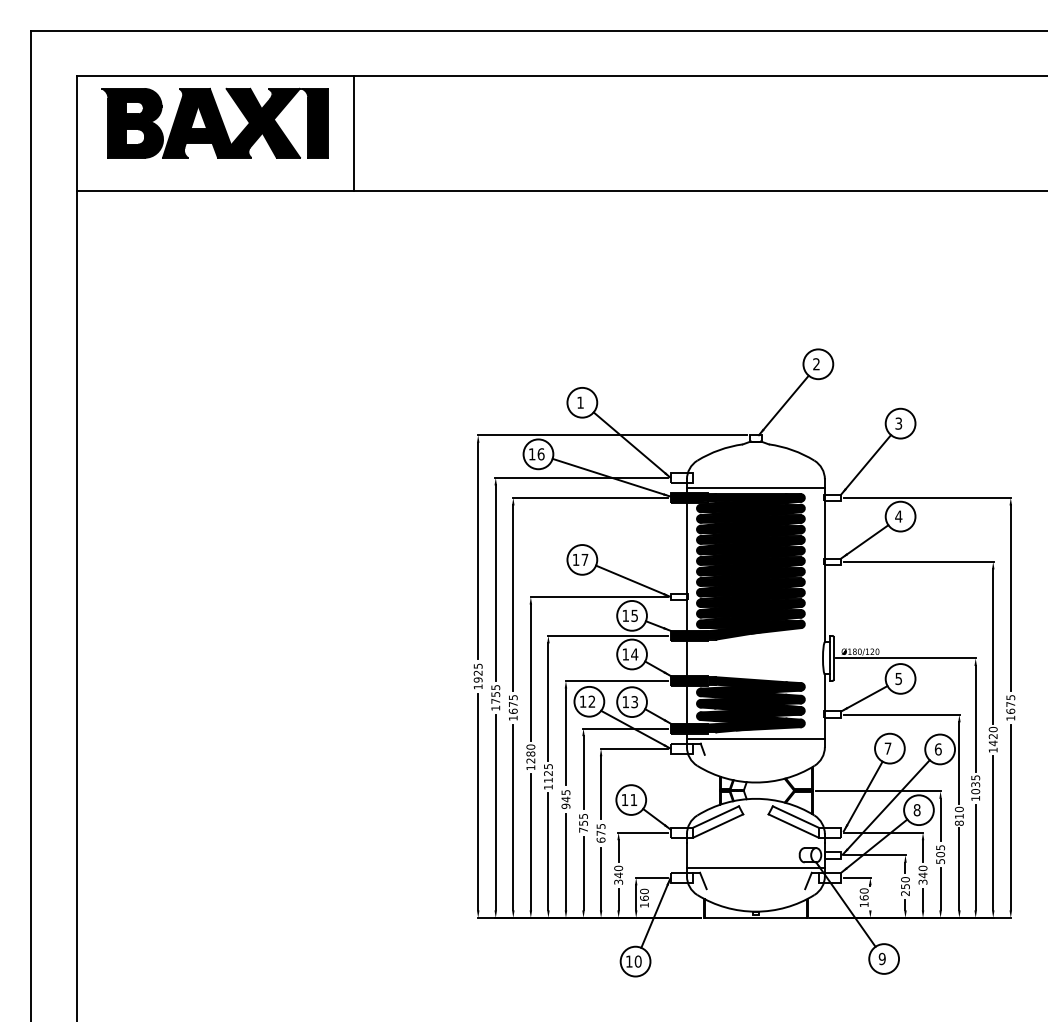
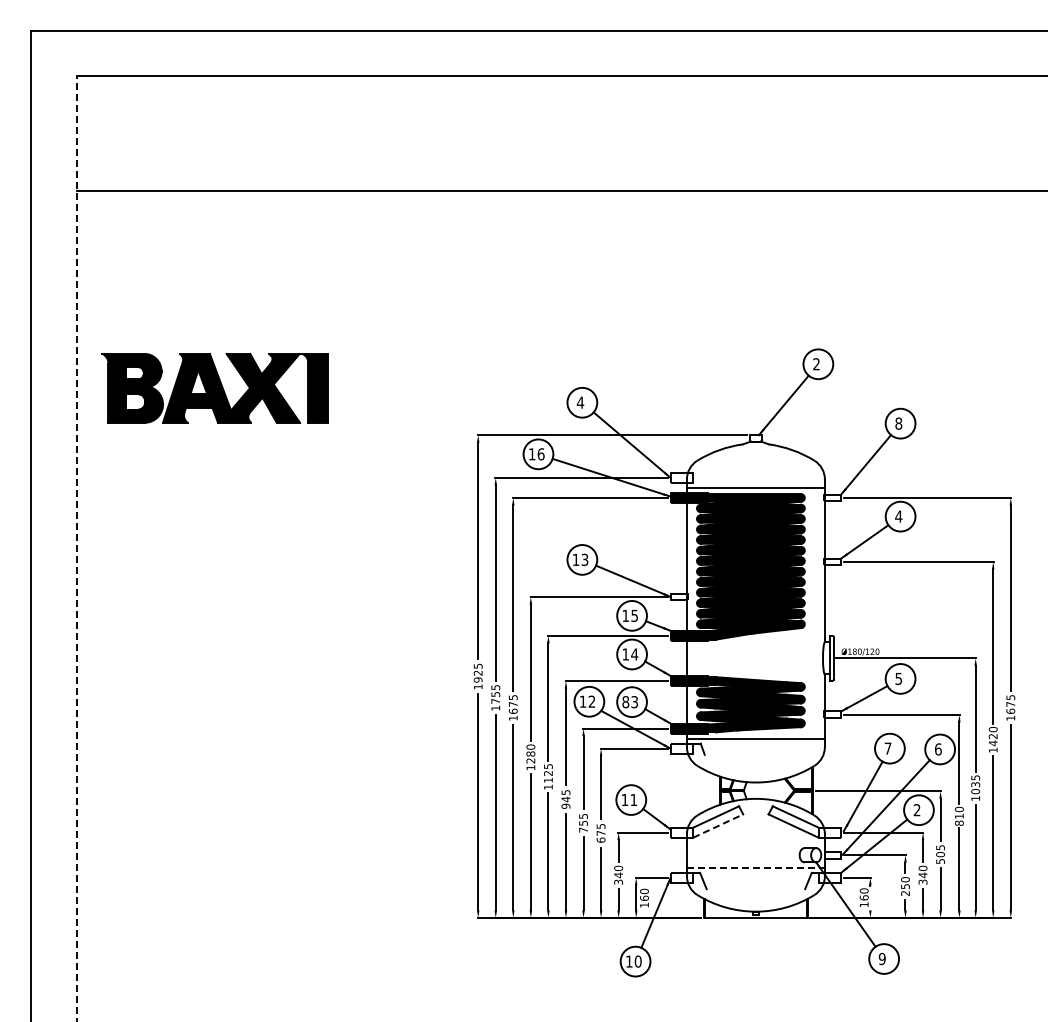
part at (214, 122) position: (214, 122) -> (214, 387)
line at (354, 133): present -> none
text at (580, 402): 1 -> 4
text at (898, 423): 3 -> 8
line at (76, 548): solid -> dashed
text at (584, 559): 17 -> 13
text at (625, 702): 13 -> 83
text at (916, 810): 8 -> 2
line at (718, 826): solid -> dashed
line at (755, 867): solid -> dashed
